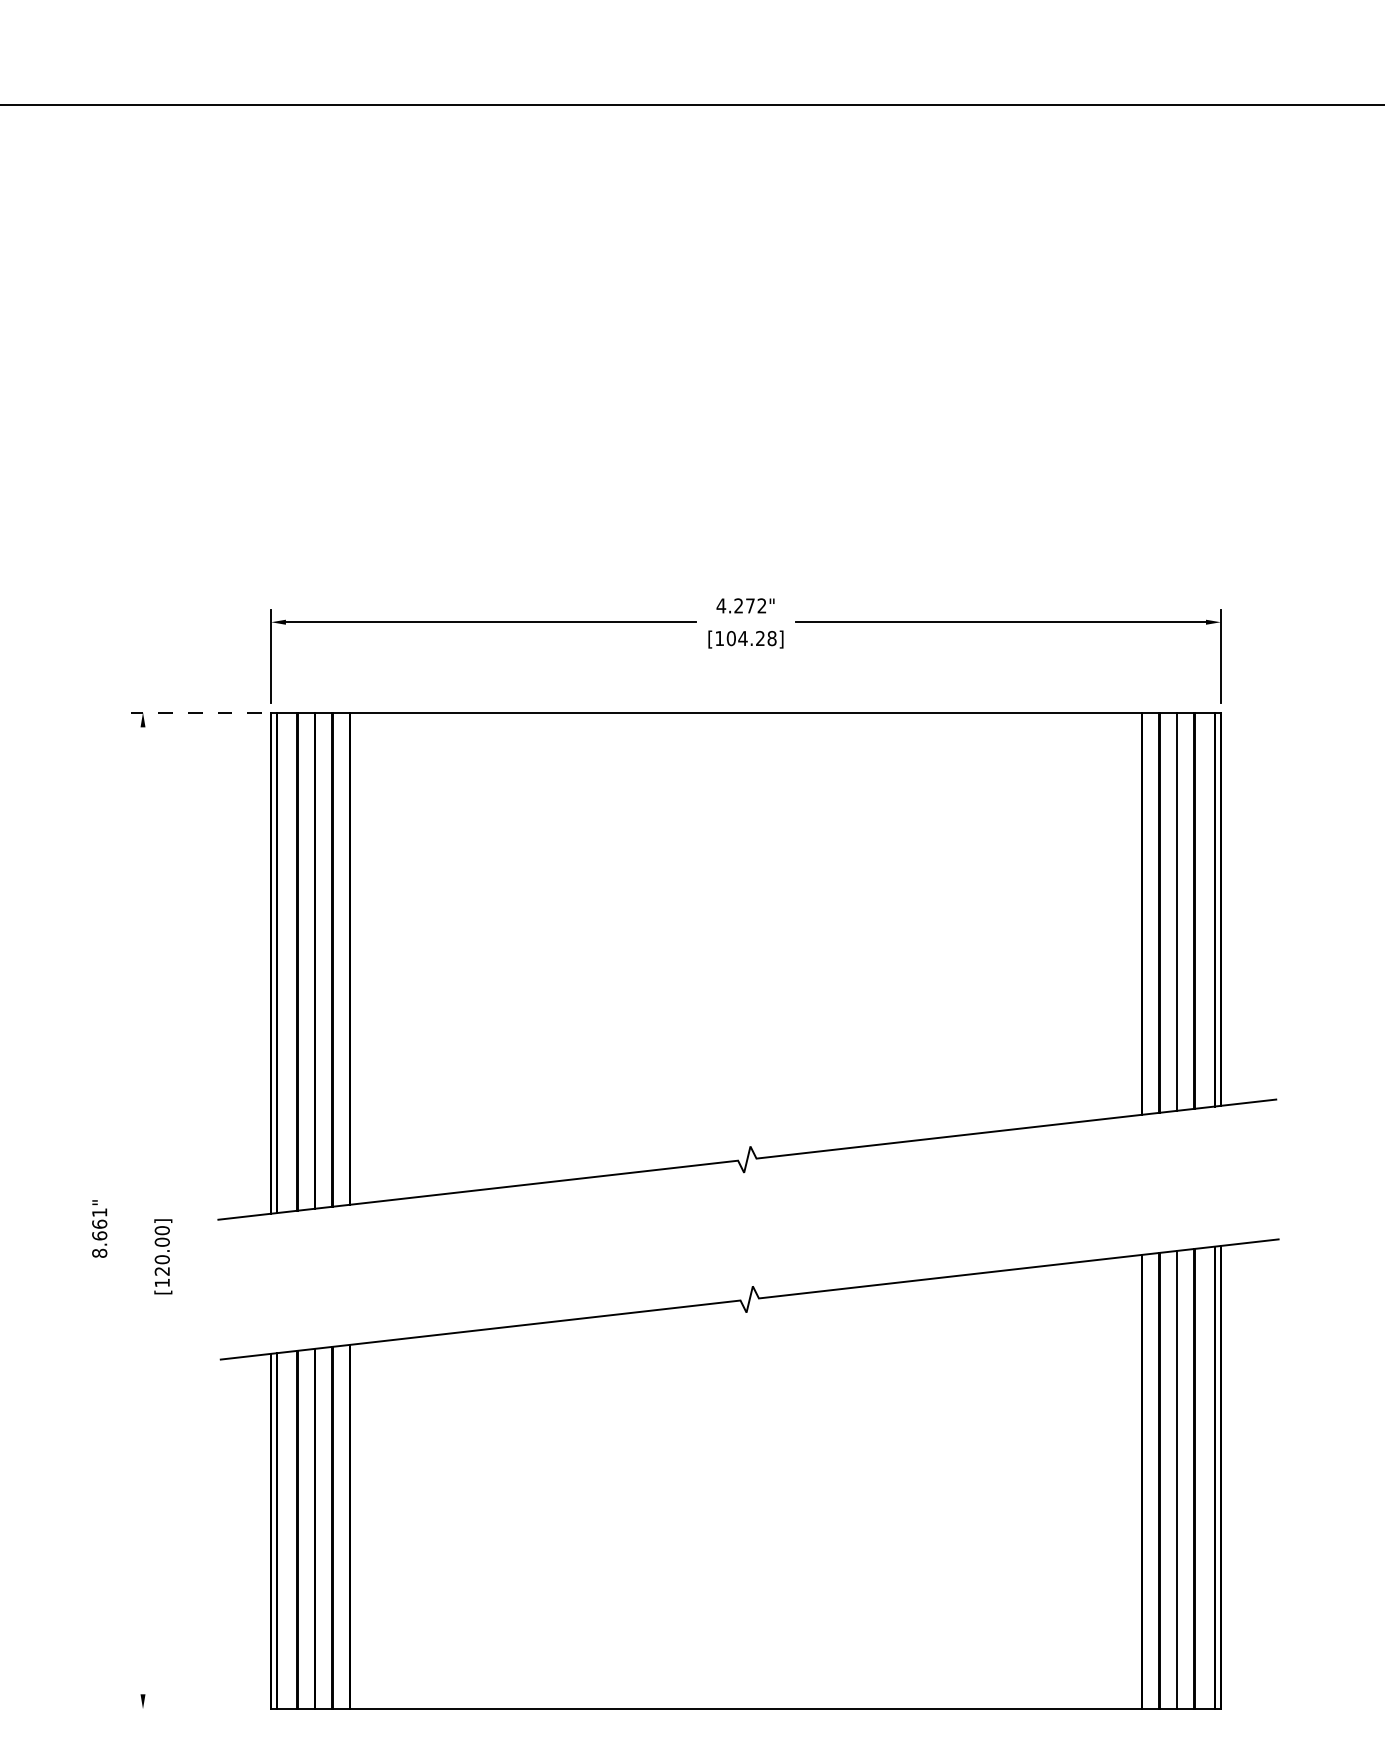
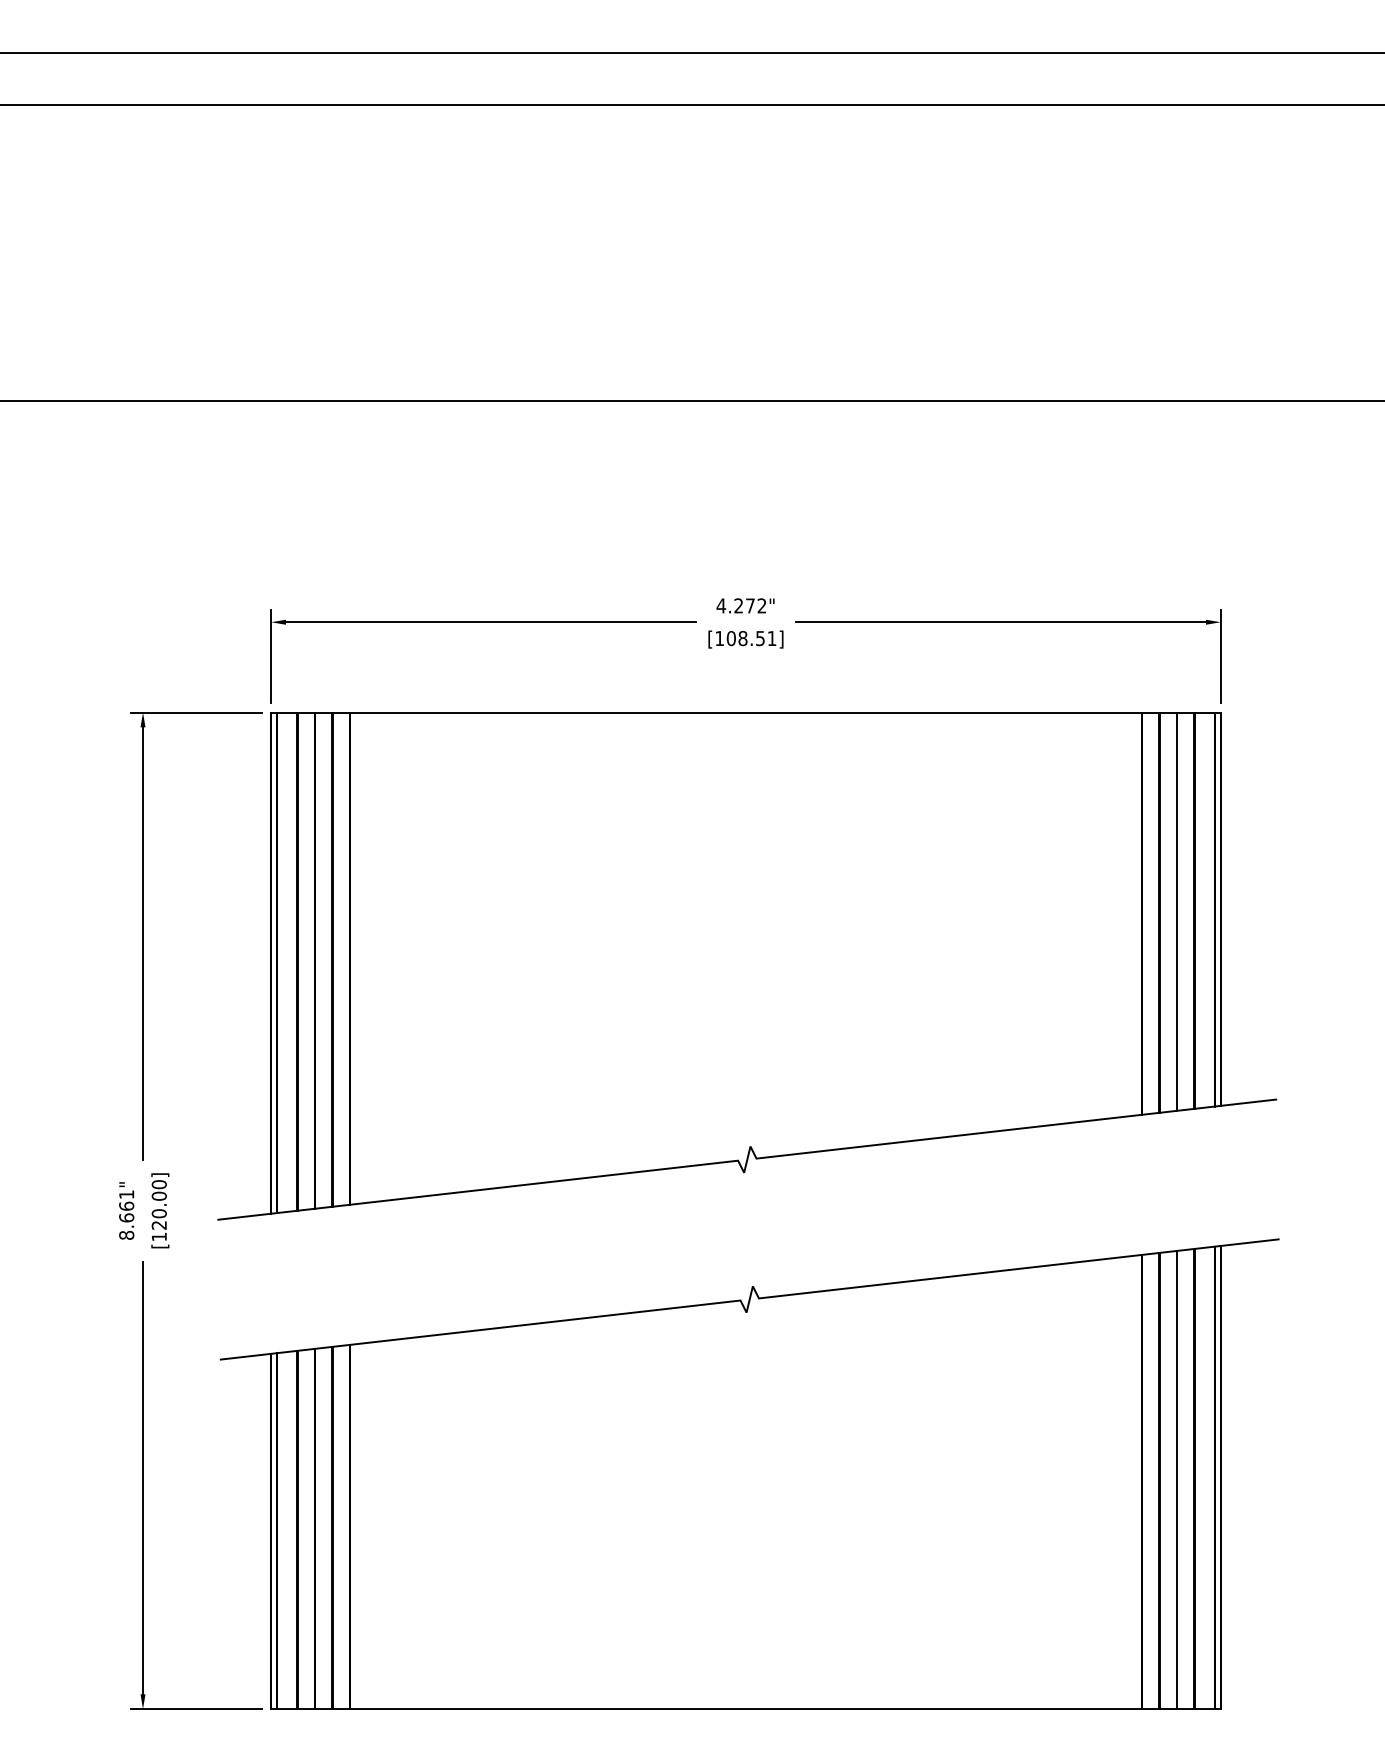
line at (691, 52): none -> present
line at (691, 400): none -> present
text at (757, 638): [104.28] -> [108.51]
line at (196, 712): dashed -> solid
line at (143, 943): none -> present
text at (99, 1228) position: (99, 1228) -> (126, 1210)
text at (163, 1256) position: (163, 1256) -> (160, 1210)
line at (143, 1477): none -> present
line at (196, 1709): none -> present
